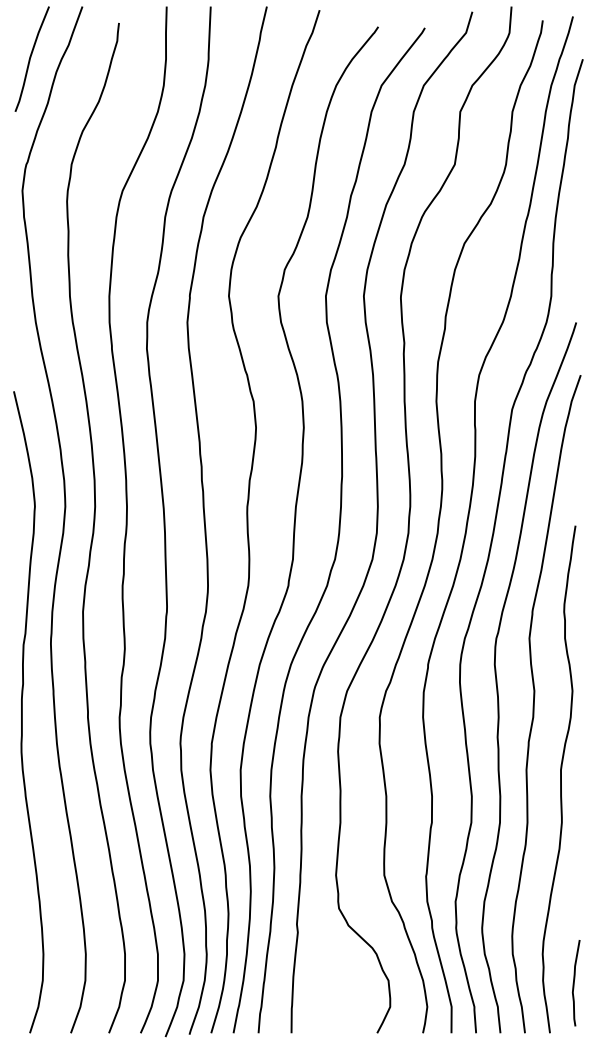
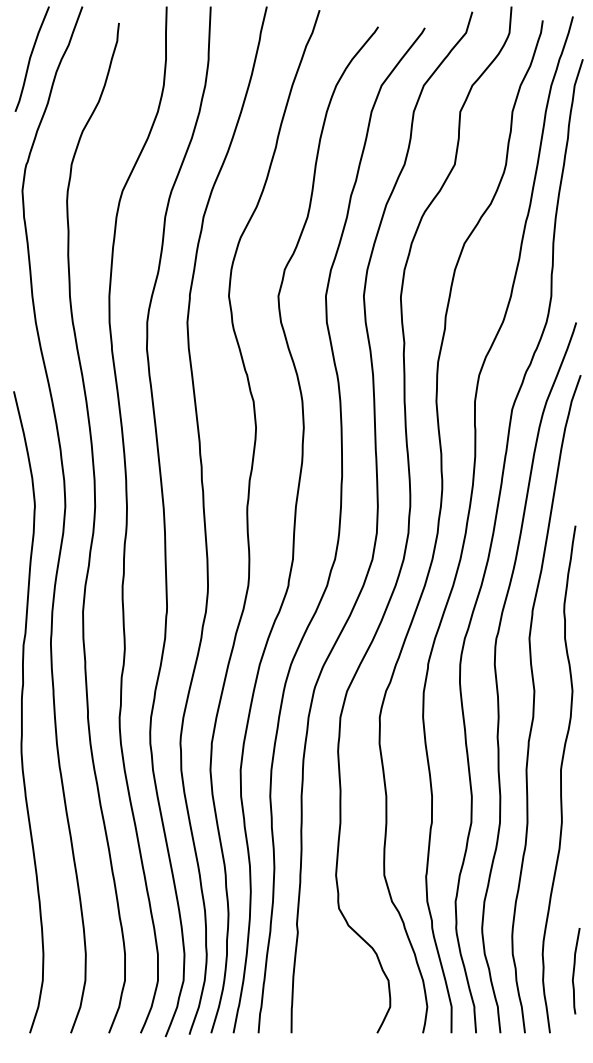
curve at (574, 983) position: (574, 983) -> (574, 971)
